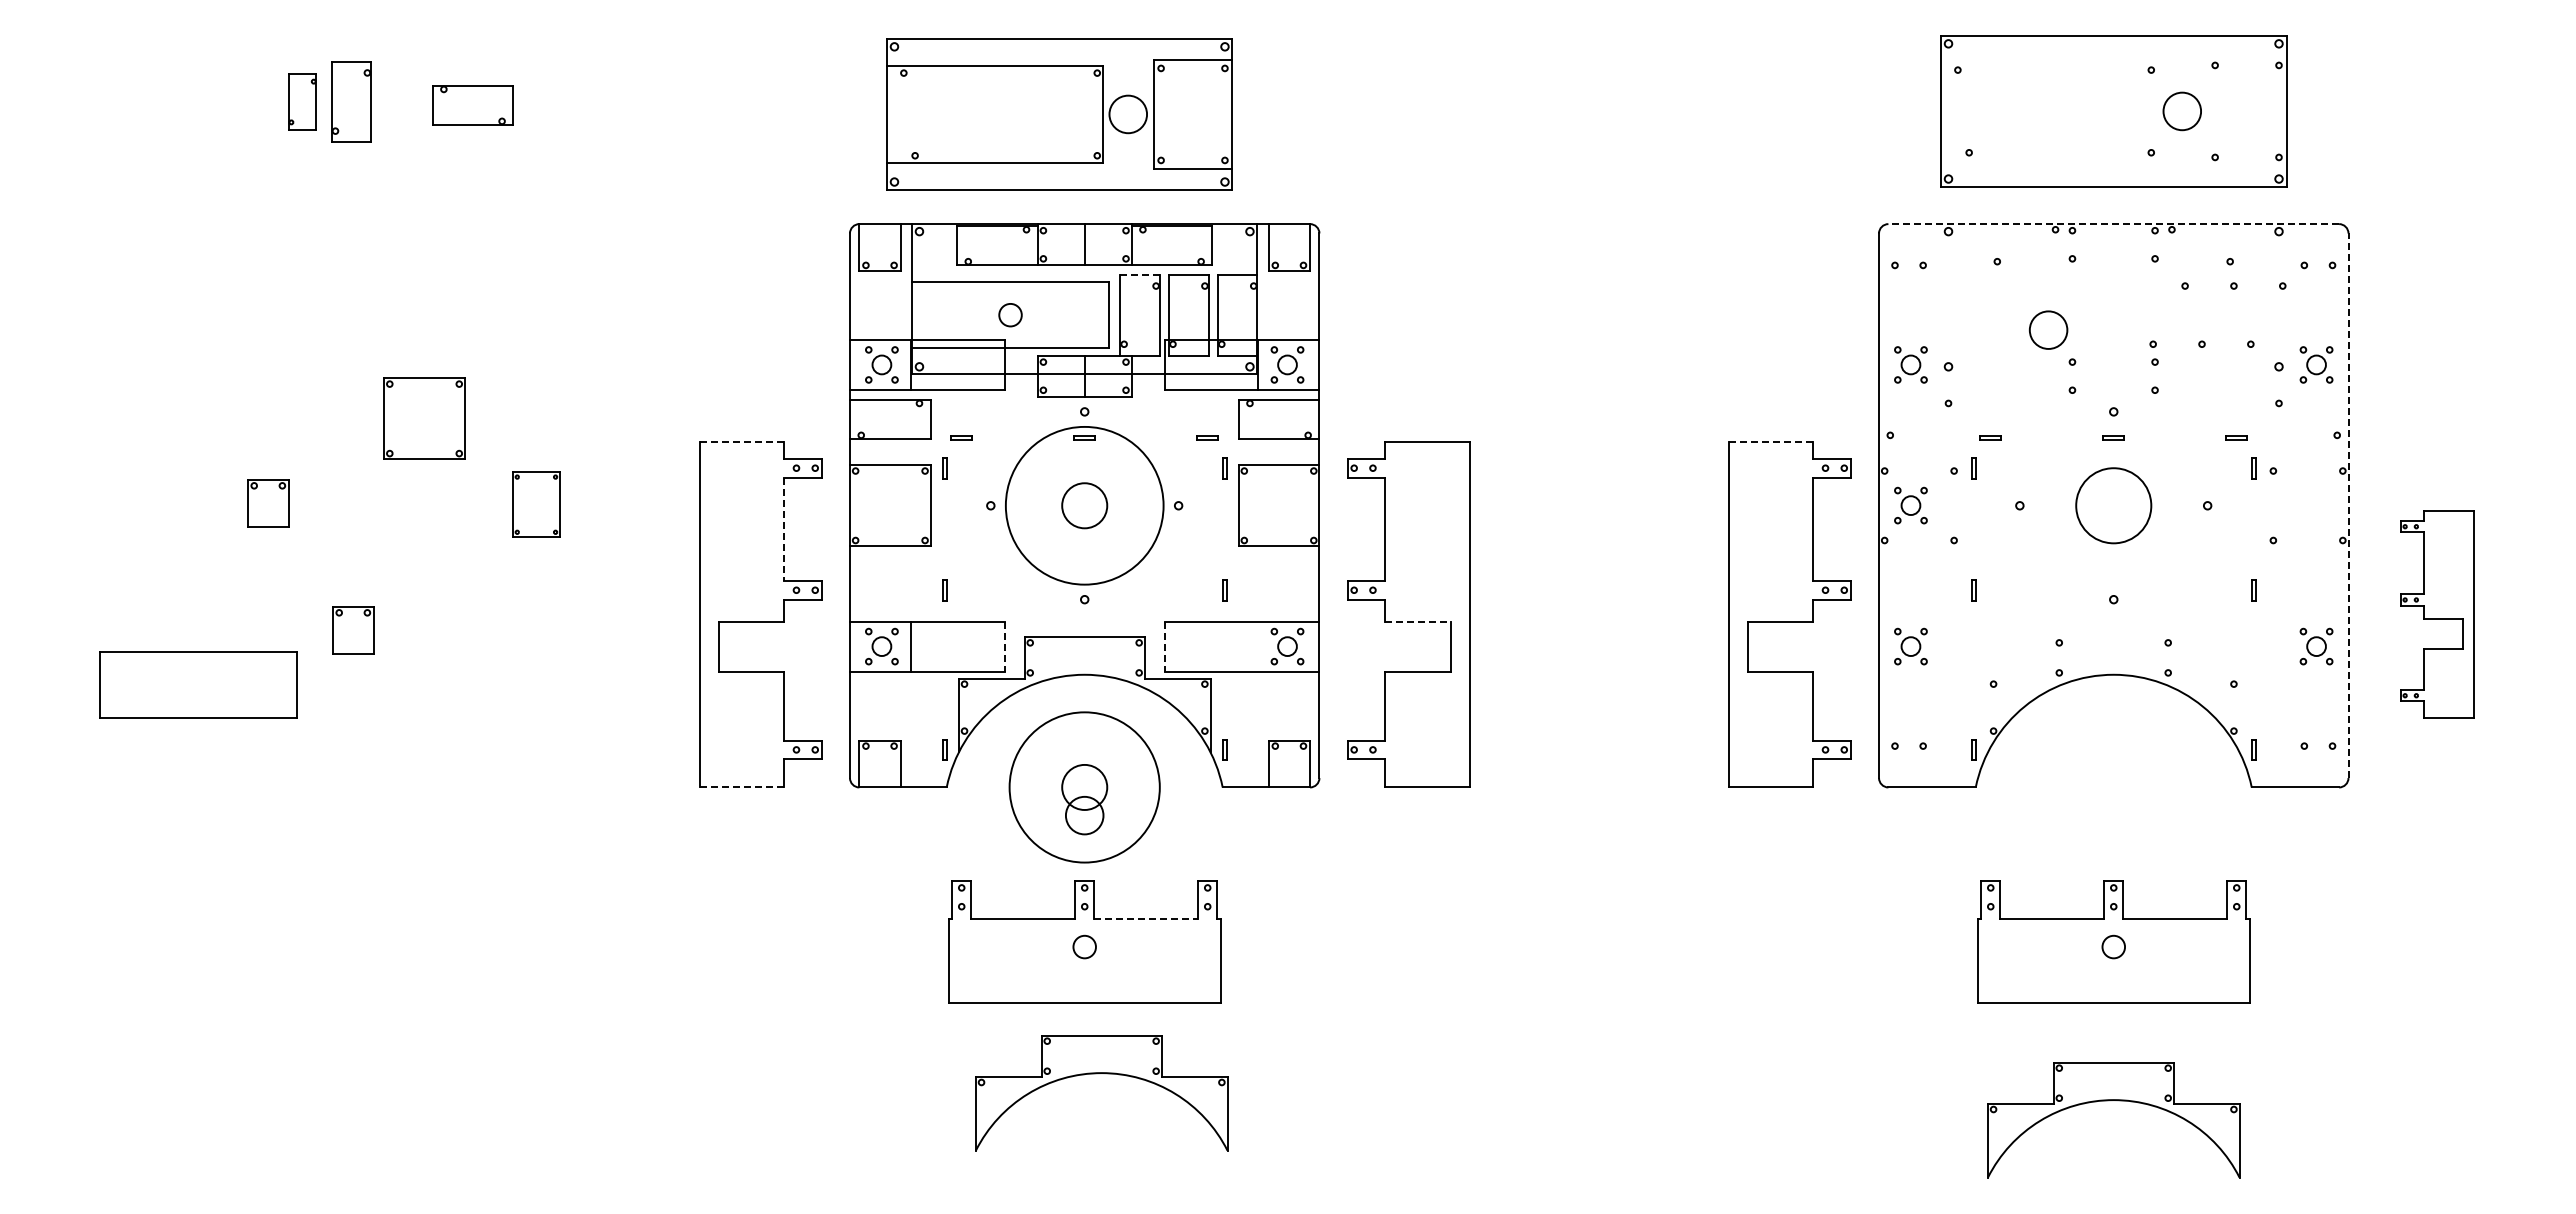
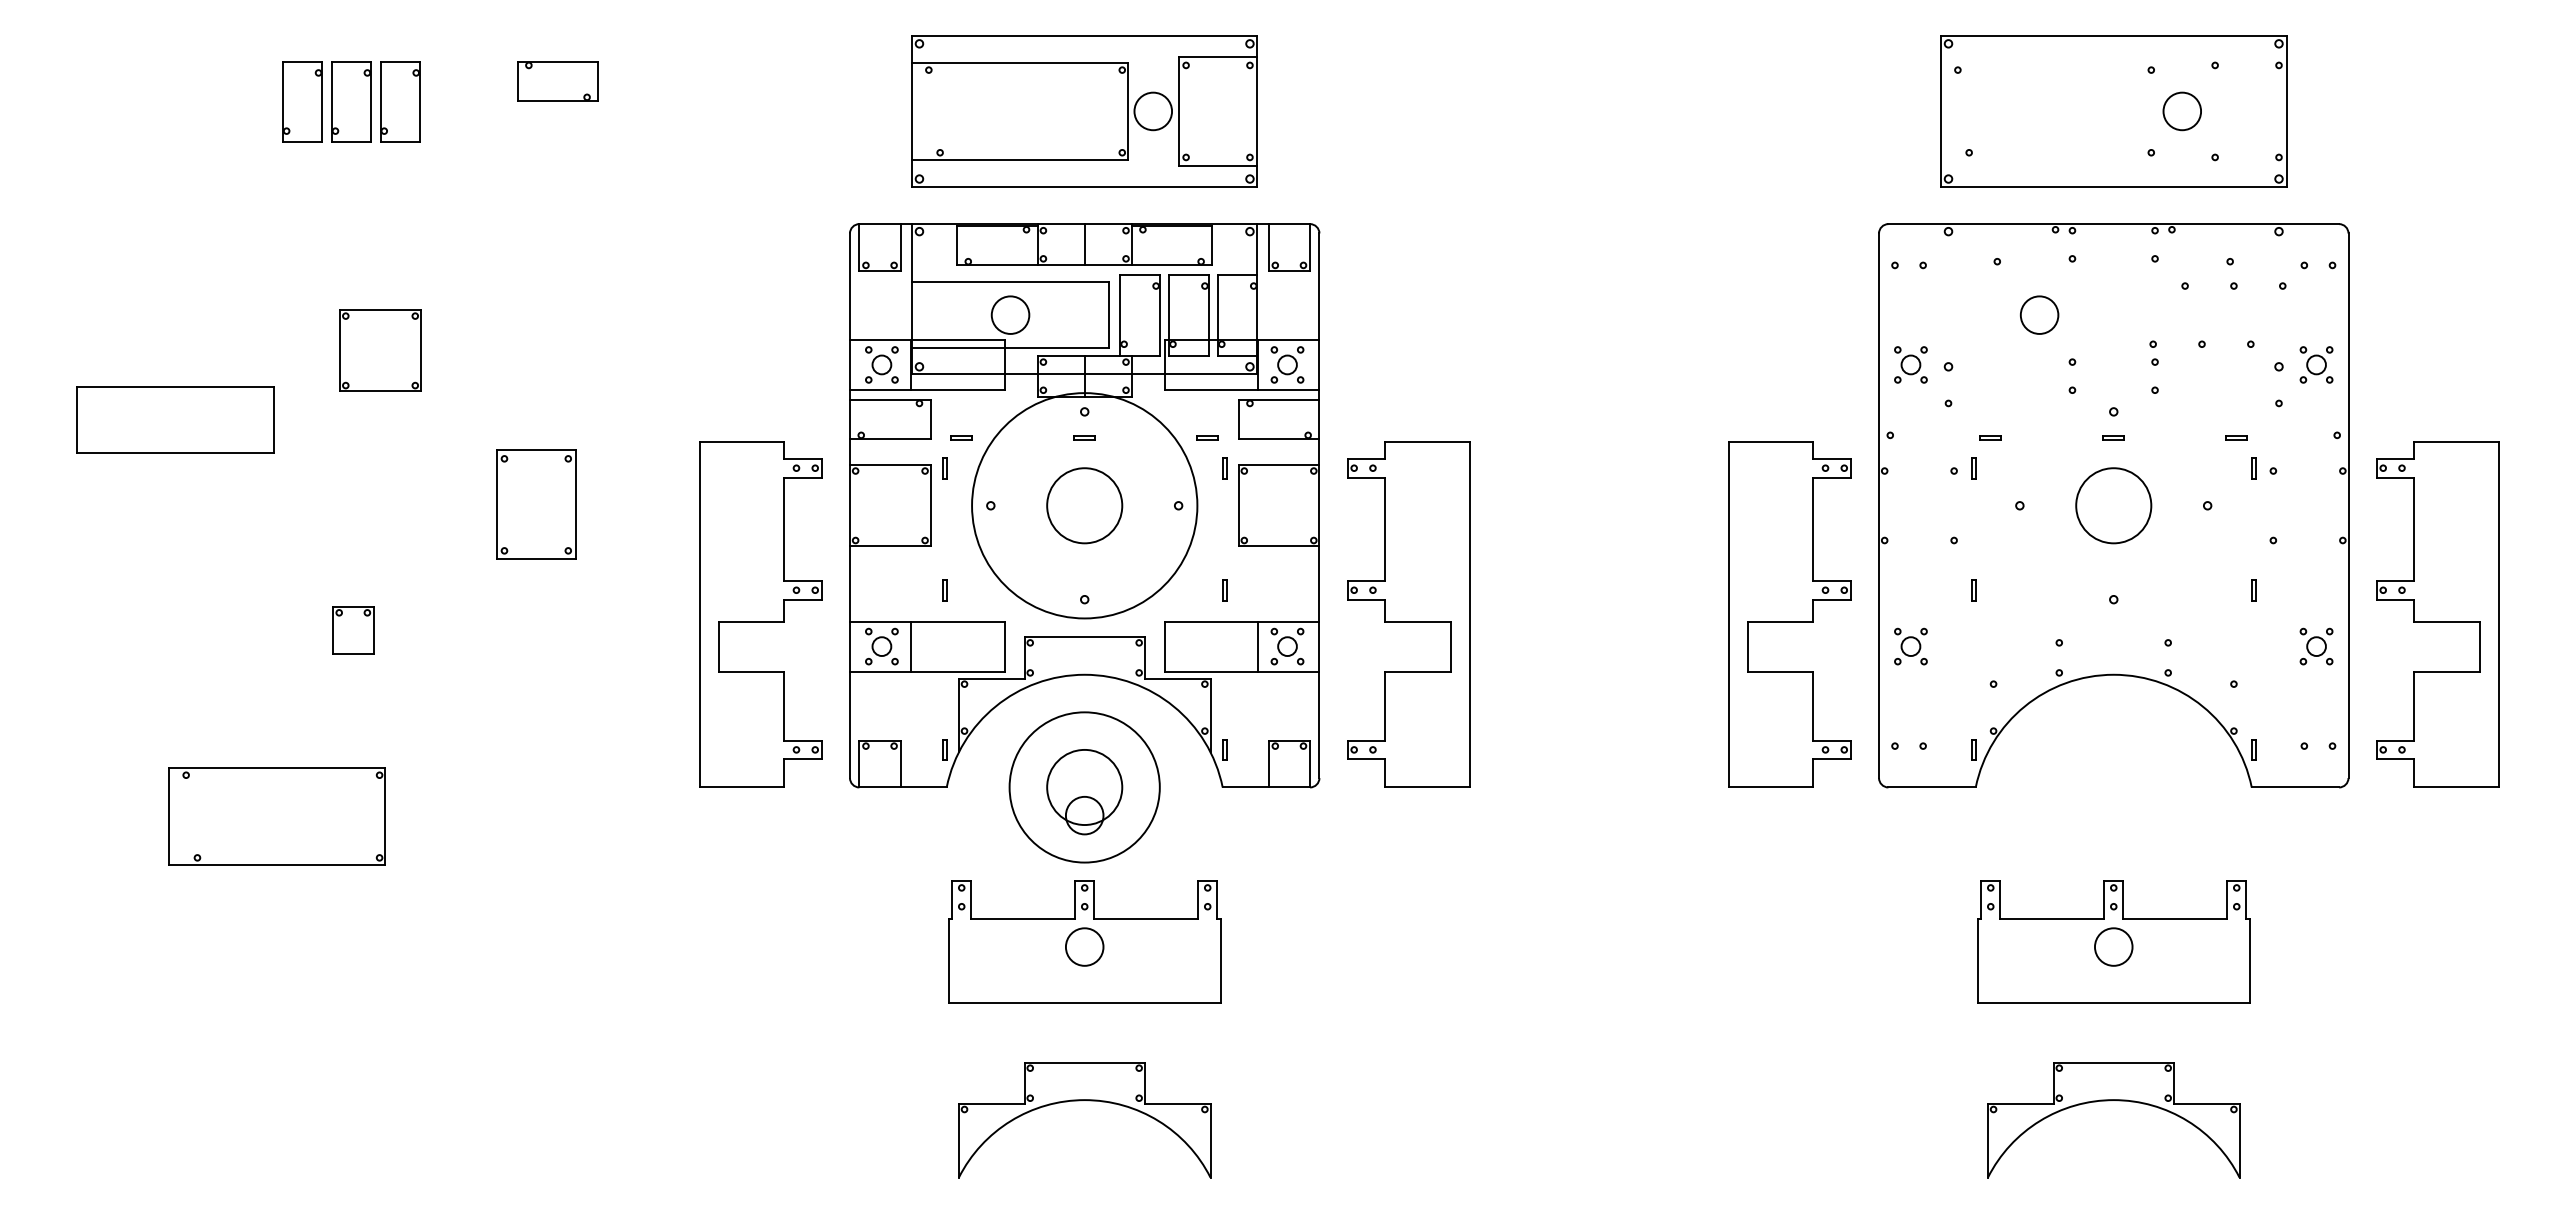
part at (302, 101) size: 29x58 px -> 41x82 px
part at (400, 101): none -> present
part at (472, 105) position: (472, 105) -> (557, 81)
part at (1059, 114) position: (1059, 114) -> (1084, 111)
line at (2113, 224): dashed -> solid
line at (1140, 274): dashed -> solid
circle at (1010, 314) diameter: 23 px -> 38 px
circle at (2048, 329) position: (2048, 329) -> (2039, 314)
part at (424, 418) position: (424, 418) -> (380, 350)
line at (741, 441): dashed -> solid
line at (1770, 441): dashed -> solid
part at (268, 503): present -> none
part at (536, 504) size: 49x67 px -> 81x111 px
circle at (1084, 505) diameter: 158 px -> 225 px
circle at (1084, 505) diameter: 45 px -> 75 px
part at (1910, 505): present -> none
line at (2348, 505): dashed -> solid
line at (784, 529): dashed -> solid
part at (2437, 614) size: 75x209 px -> 124x347 px
line at (1418, 621): dashed -> solid
line at (1004, 646): dashed -> solid
line at (1164, 646): dashed -> solid
line at (1258, 646): none -> present
part at (198, 684) position: (198, 684) -> (175, 419)
circle at (1084, 786) diameter: 45 px -> 75 px
line at (741, 787): dashed -> solid
part at (276, 816): none -> present
line at (1146, 918): dashed -> solid
circle at (1084, 946) diameter: 23 px -> 38 px
circle at (2113, 946) diameter: 23 px -> 38 px
part at (1097, 1074) position: (1097, 1074) -> (1080, 1101)
